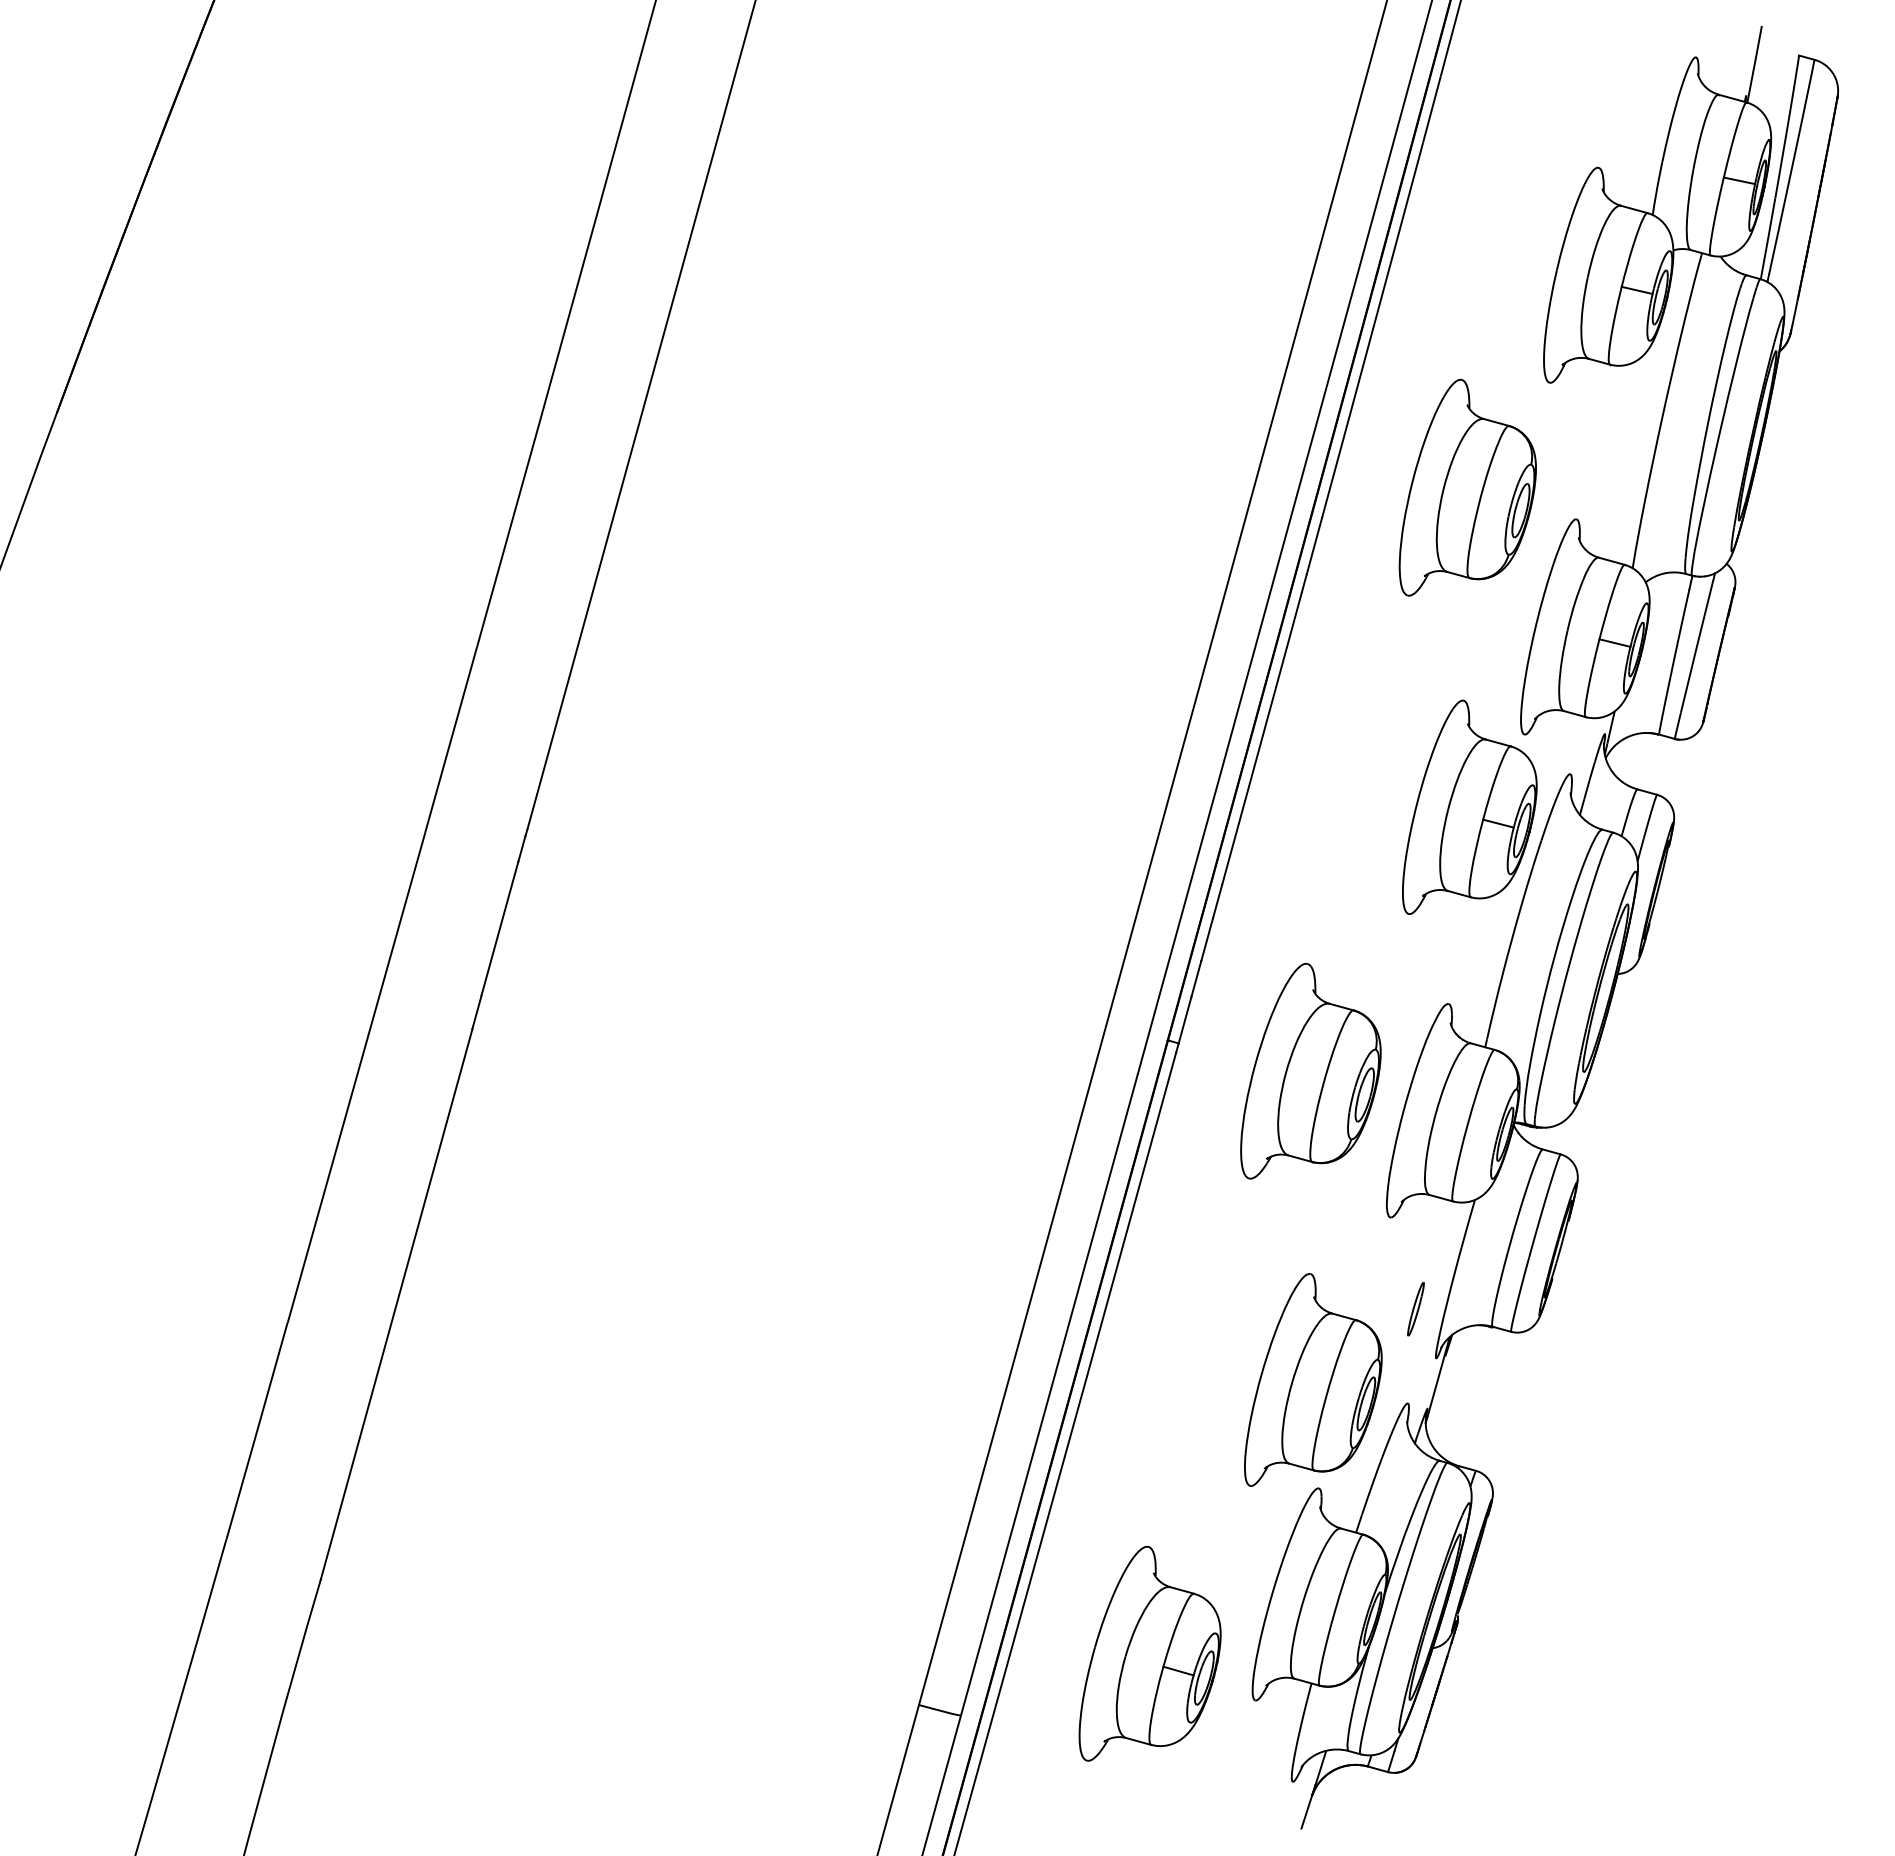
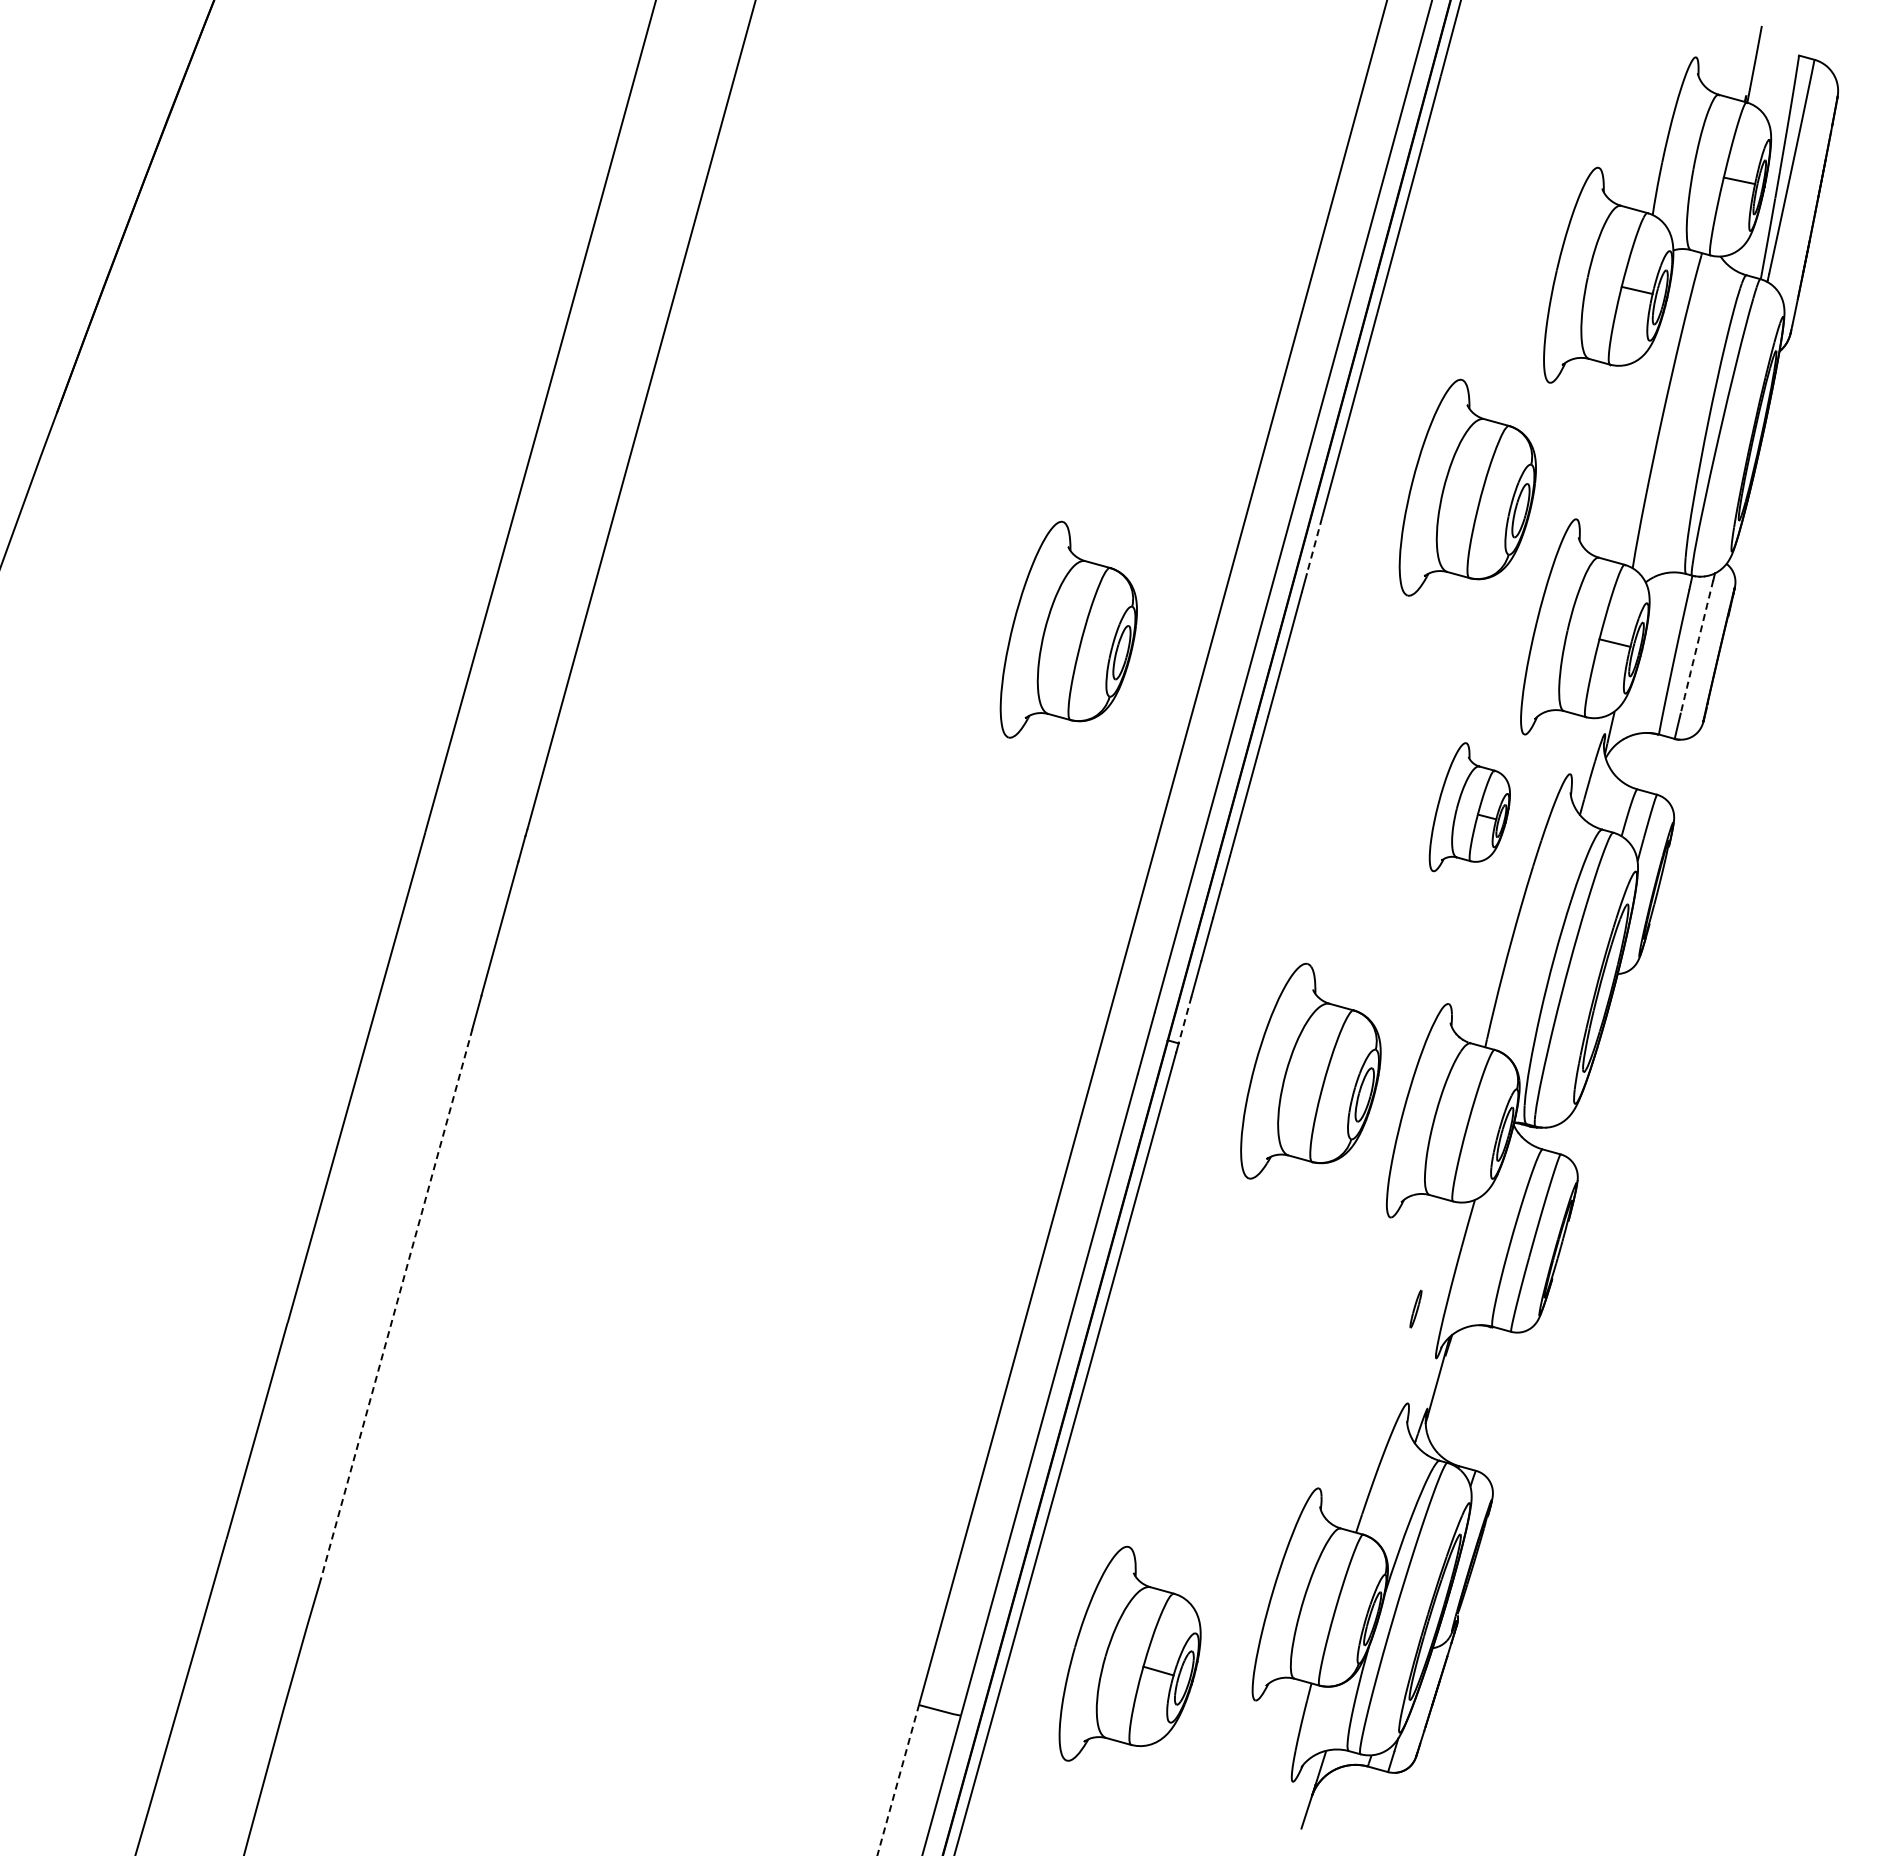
line at (1314, 546): solid -> dashed
part at (1068, 629): none -> present
arc at (1696, 646): solid -> dashed
part at (1469, 806) size: 136x216 px -> 83x131 px
line at (1184, 1020): solid -> dashed
line at (396, 1304): solid -> dashed
part at (1415, 1308) size: 18x56 px -> 14x40 px
part at (1313, 1379): present -> none
part at (1149, 1653) position: (1149, 1653) -> (1129, 1653)
arc at (898, 1780): solid -> dashed
